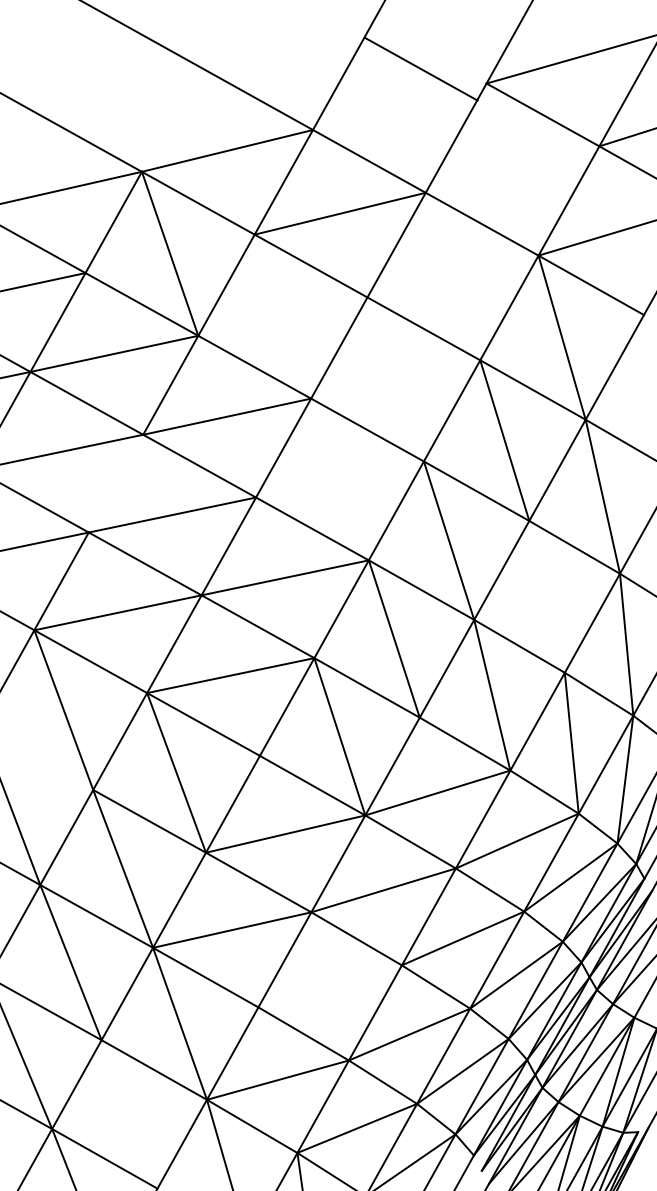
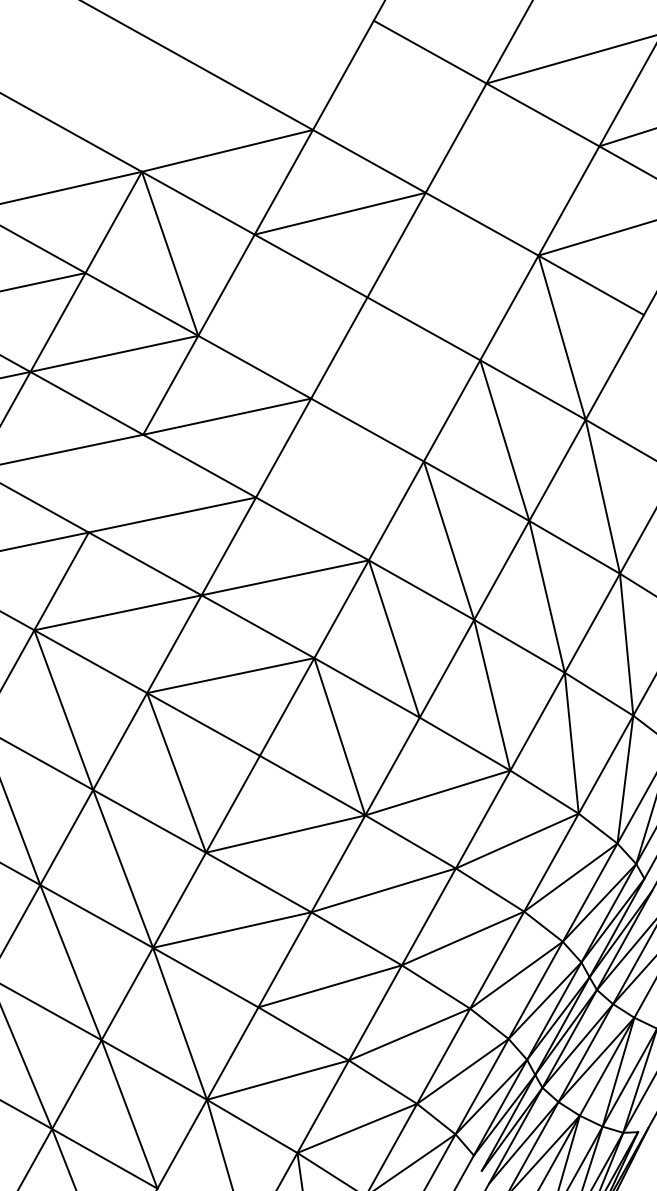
line at (420, 68) position: (420, 68) -> (429, 51)
line at (546, 596): none -> present
line at (47, 764): none -> present
line at (329, 986): none -> present
line at (129, 1113): none -> present
